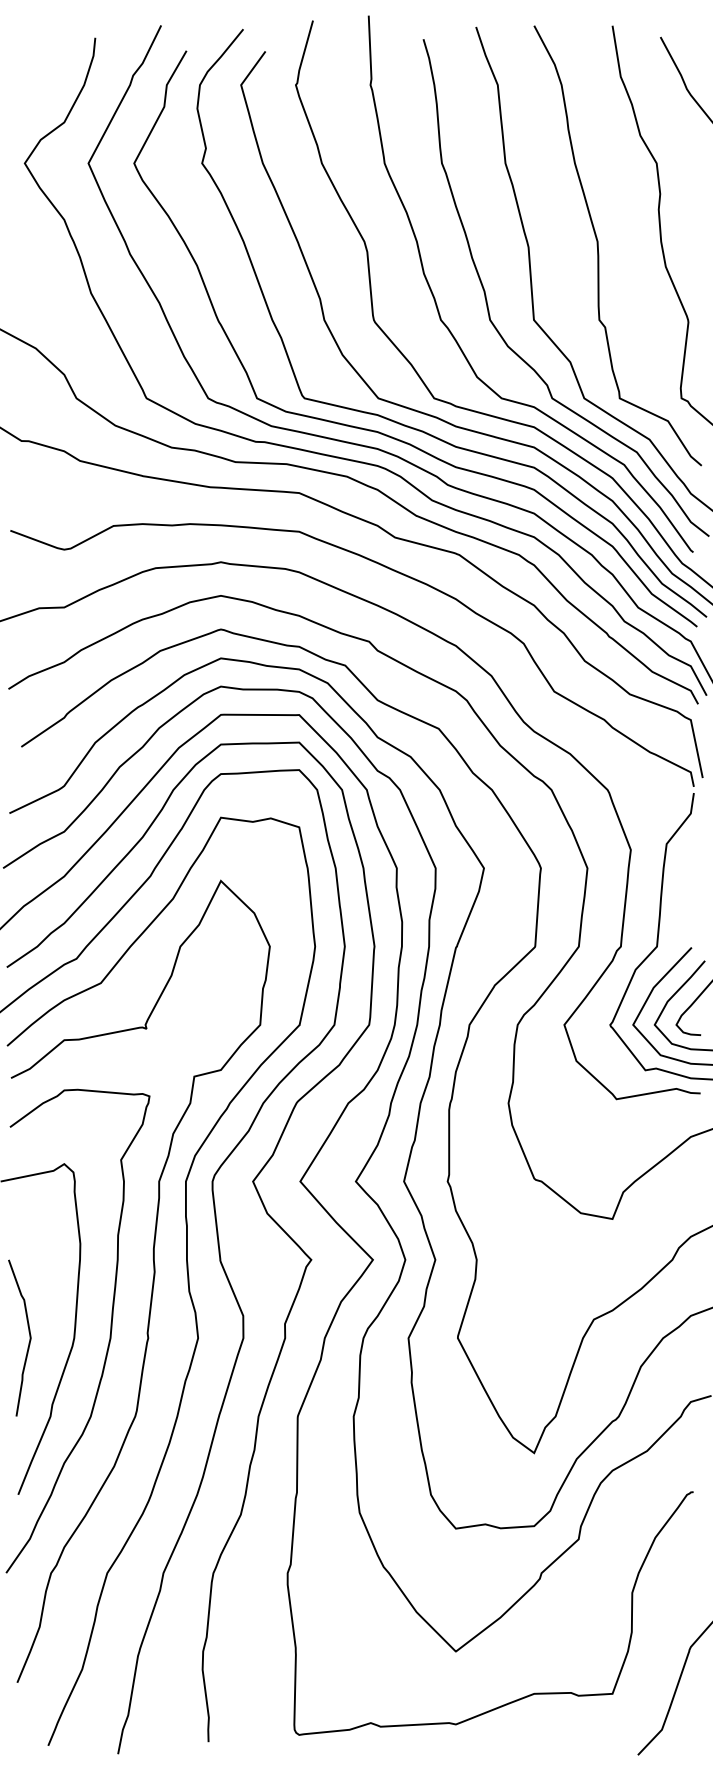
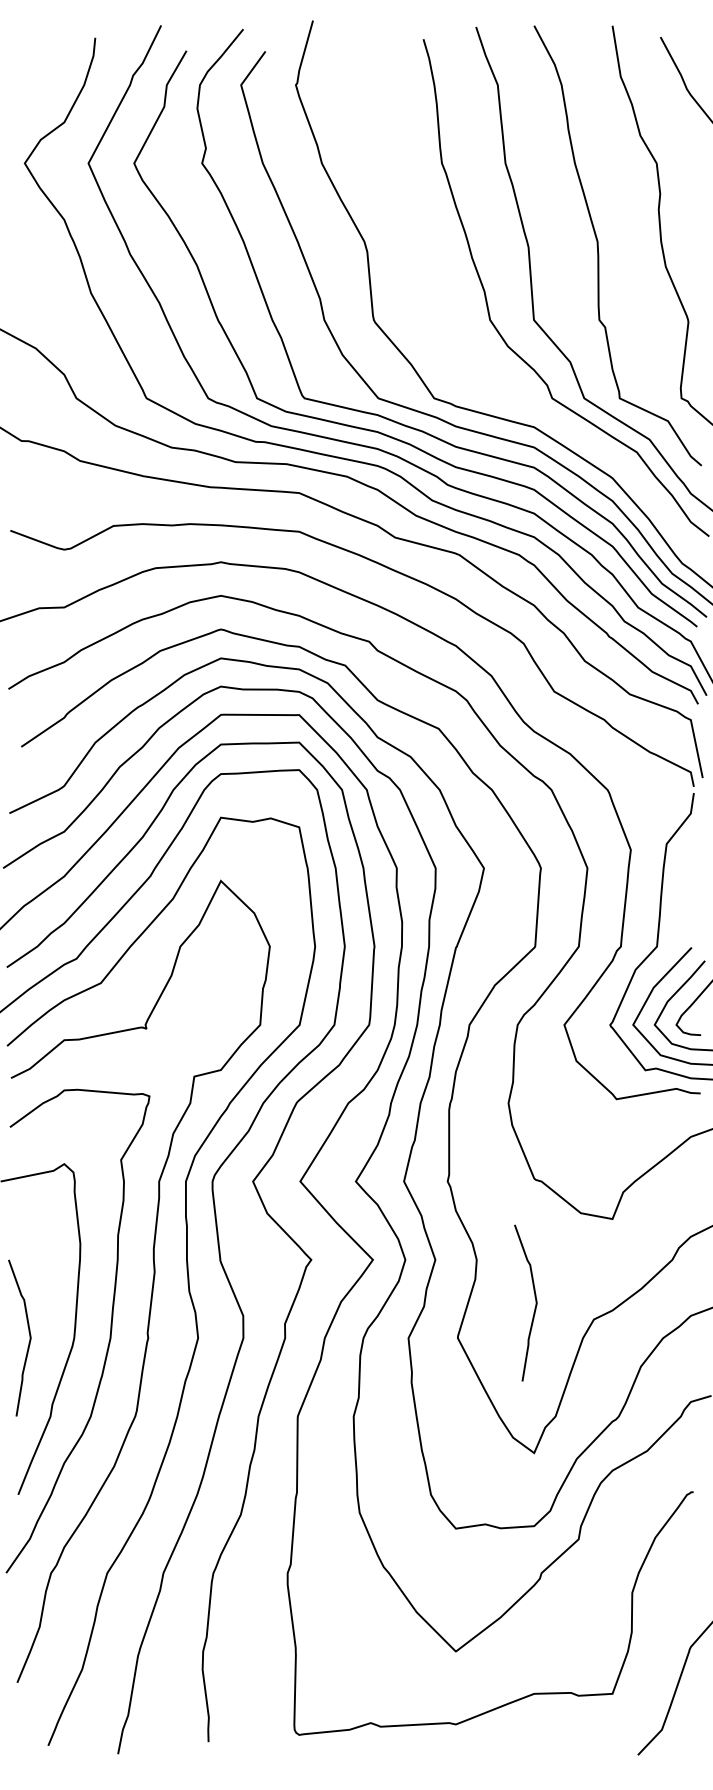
curve at (451, 331): present -> none
curve at (535, 1302): none -> present
